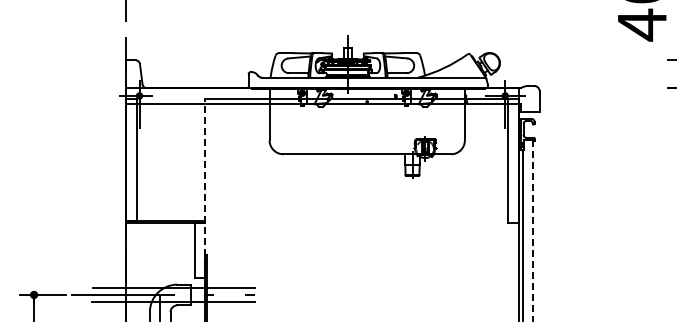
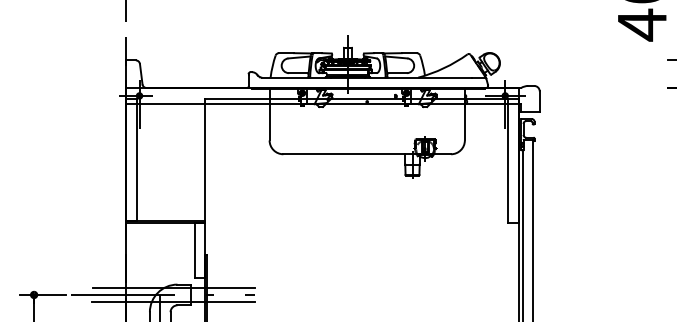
line at (205, 187): dashed -> solid
line at (532, 230): dashed -> solid
